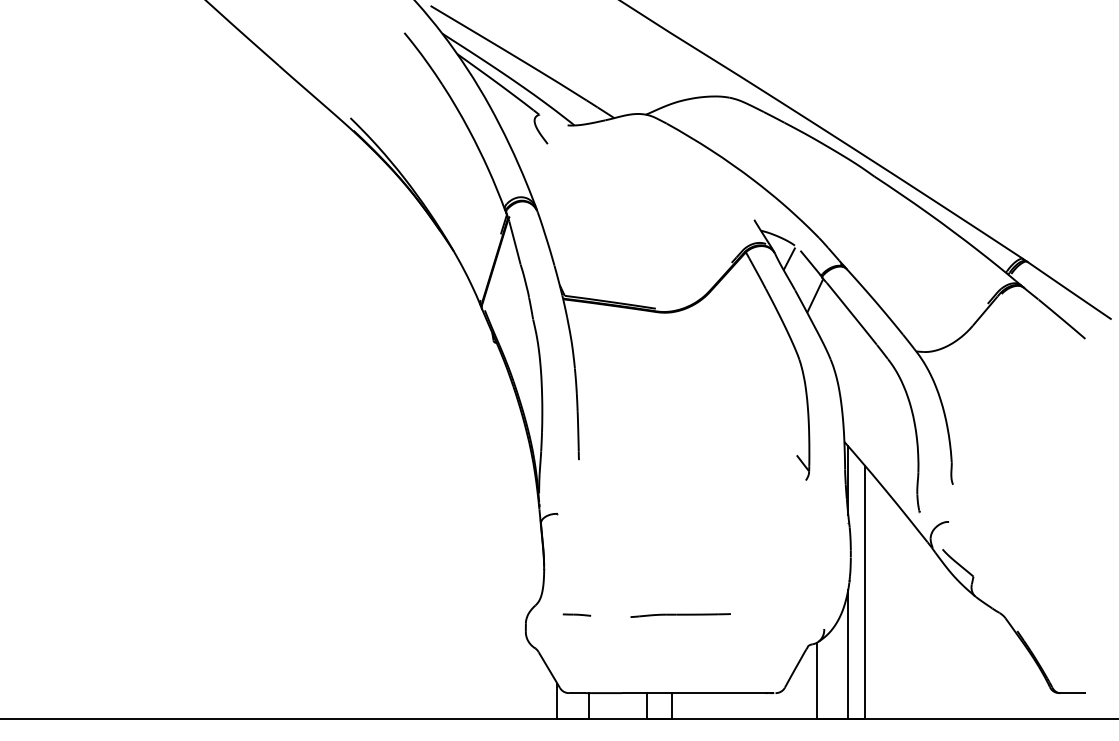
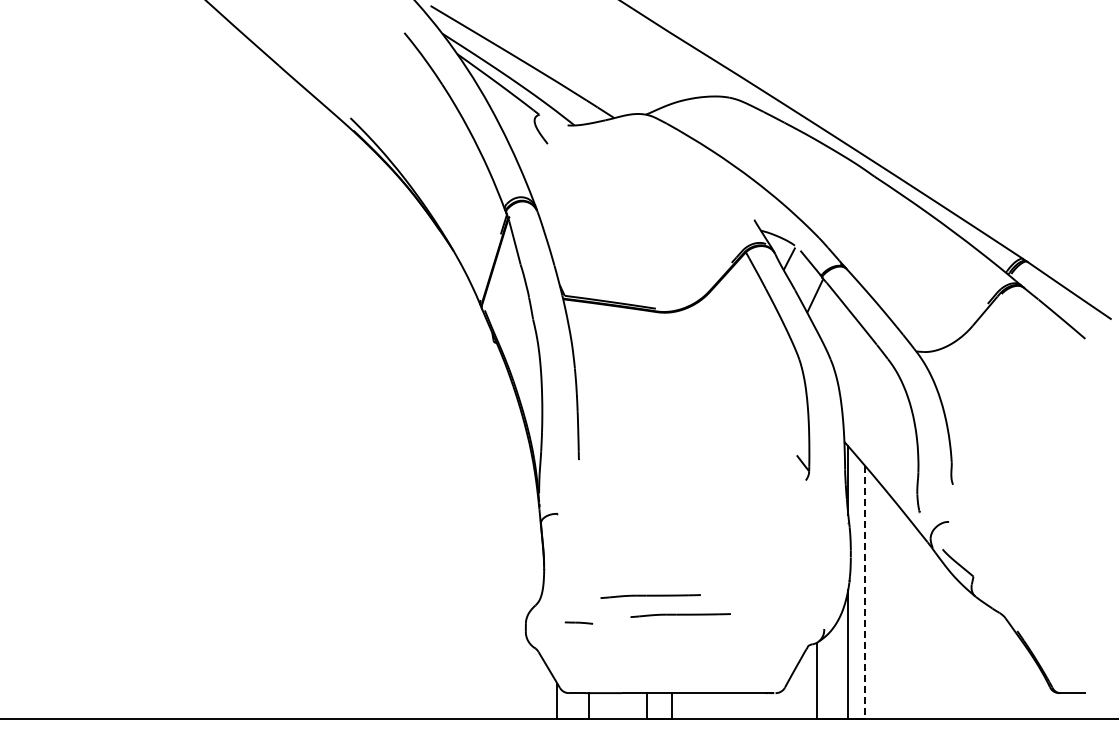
line at (865, 592): solid -> dashed
line at (650, 596): none -> present
line at (576, 614) position: (576, 614) -> (578, 622)
